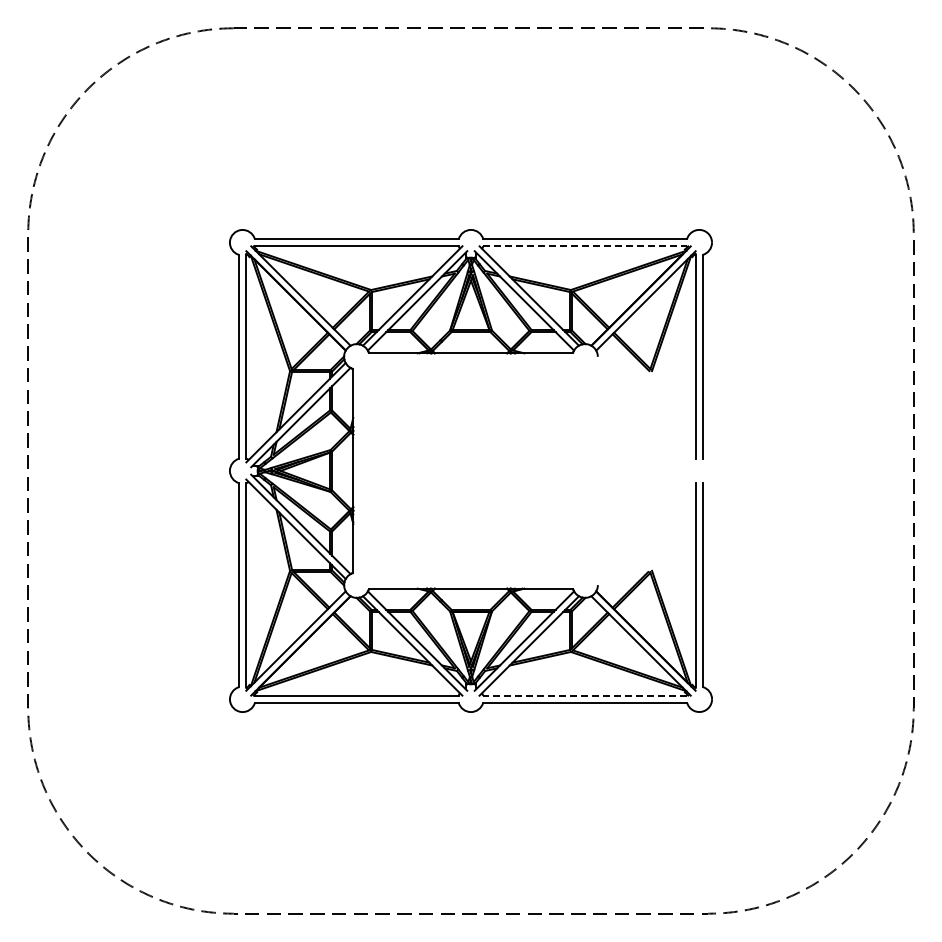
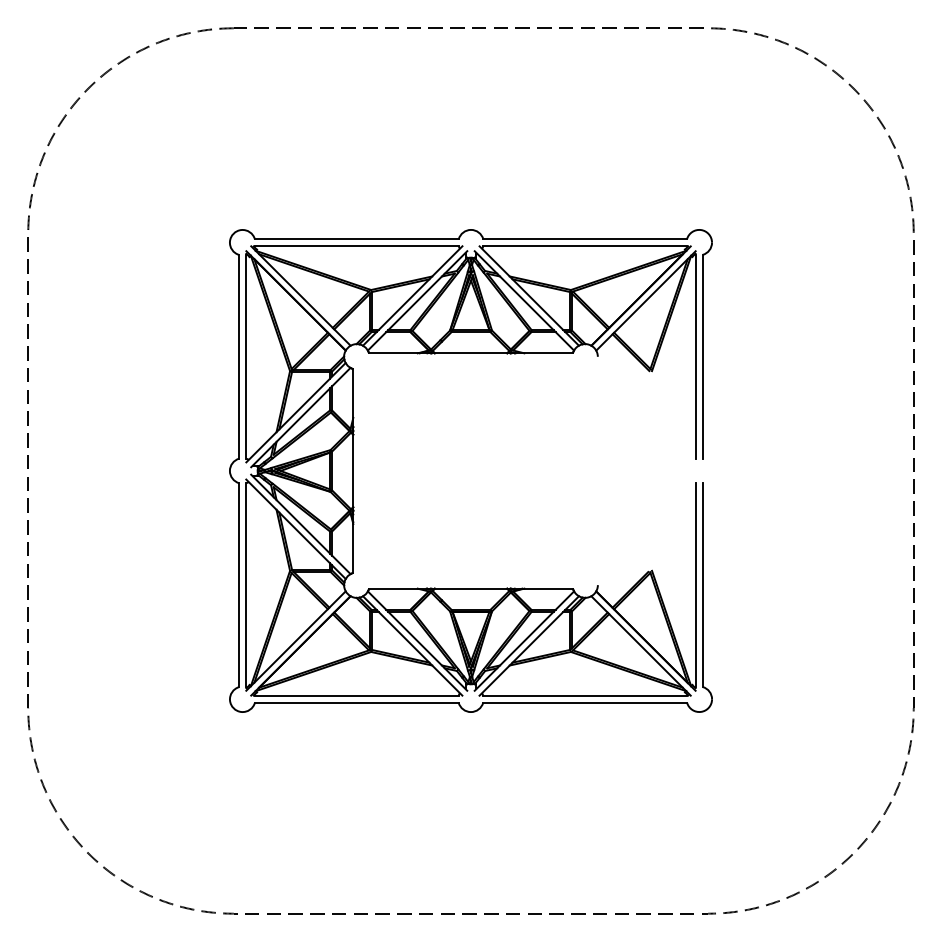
line at (585, 246): dashed -> solid
line at (585, 695): dashed -> solid
